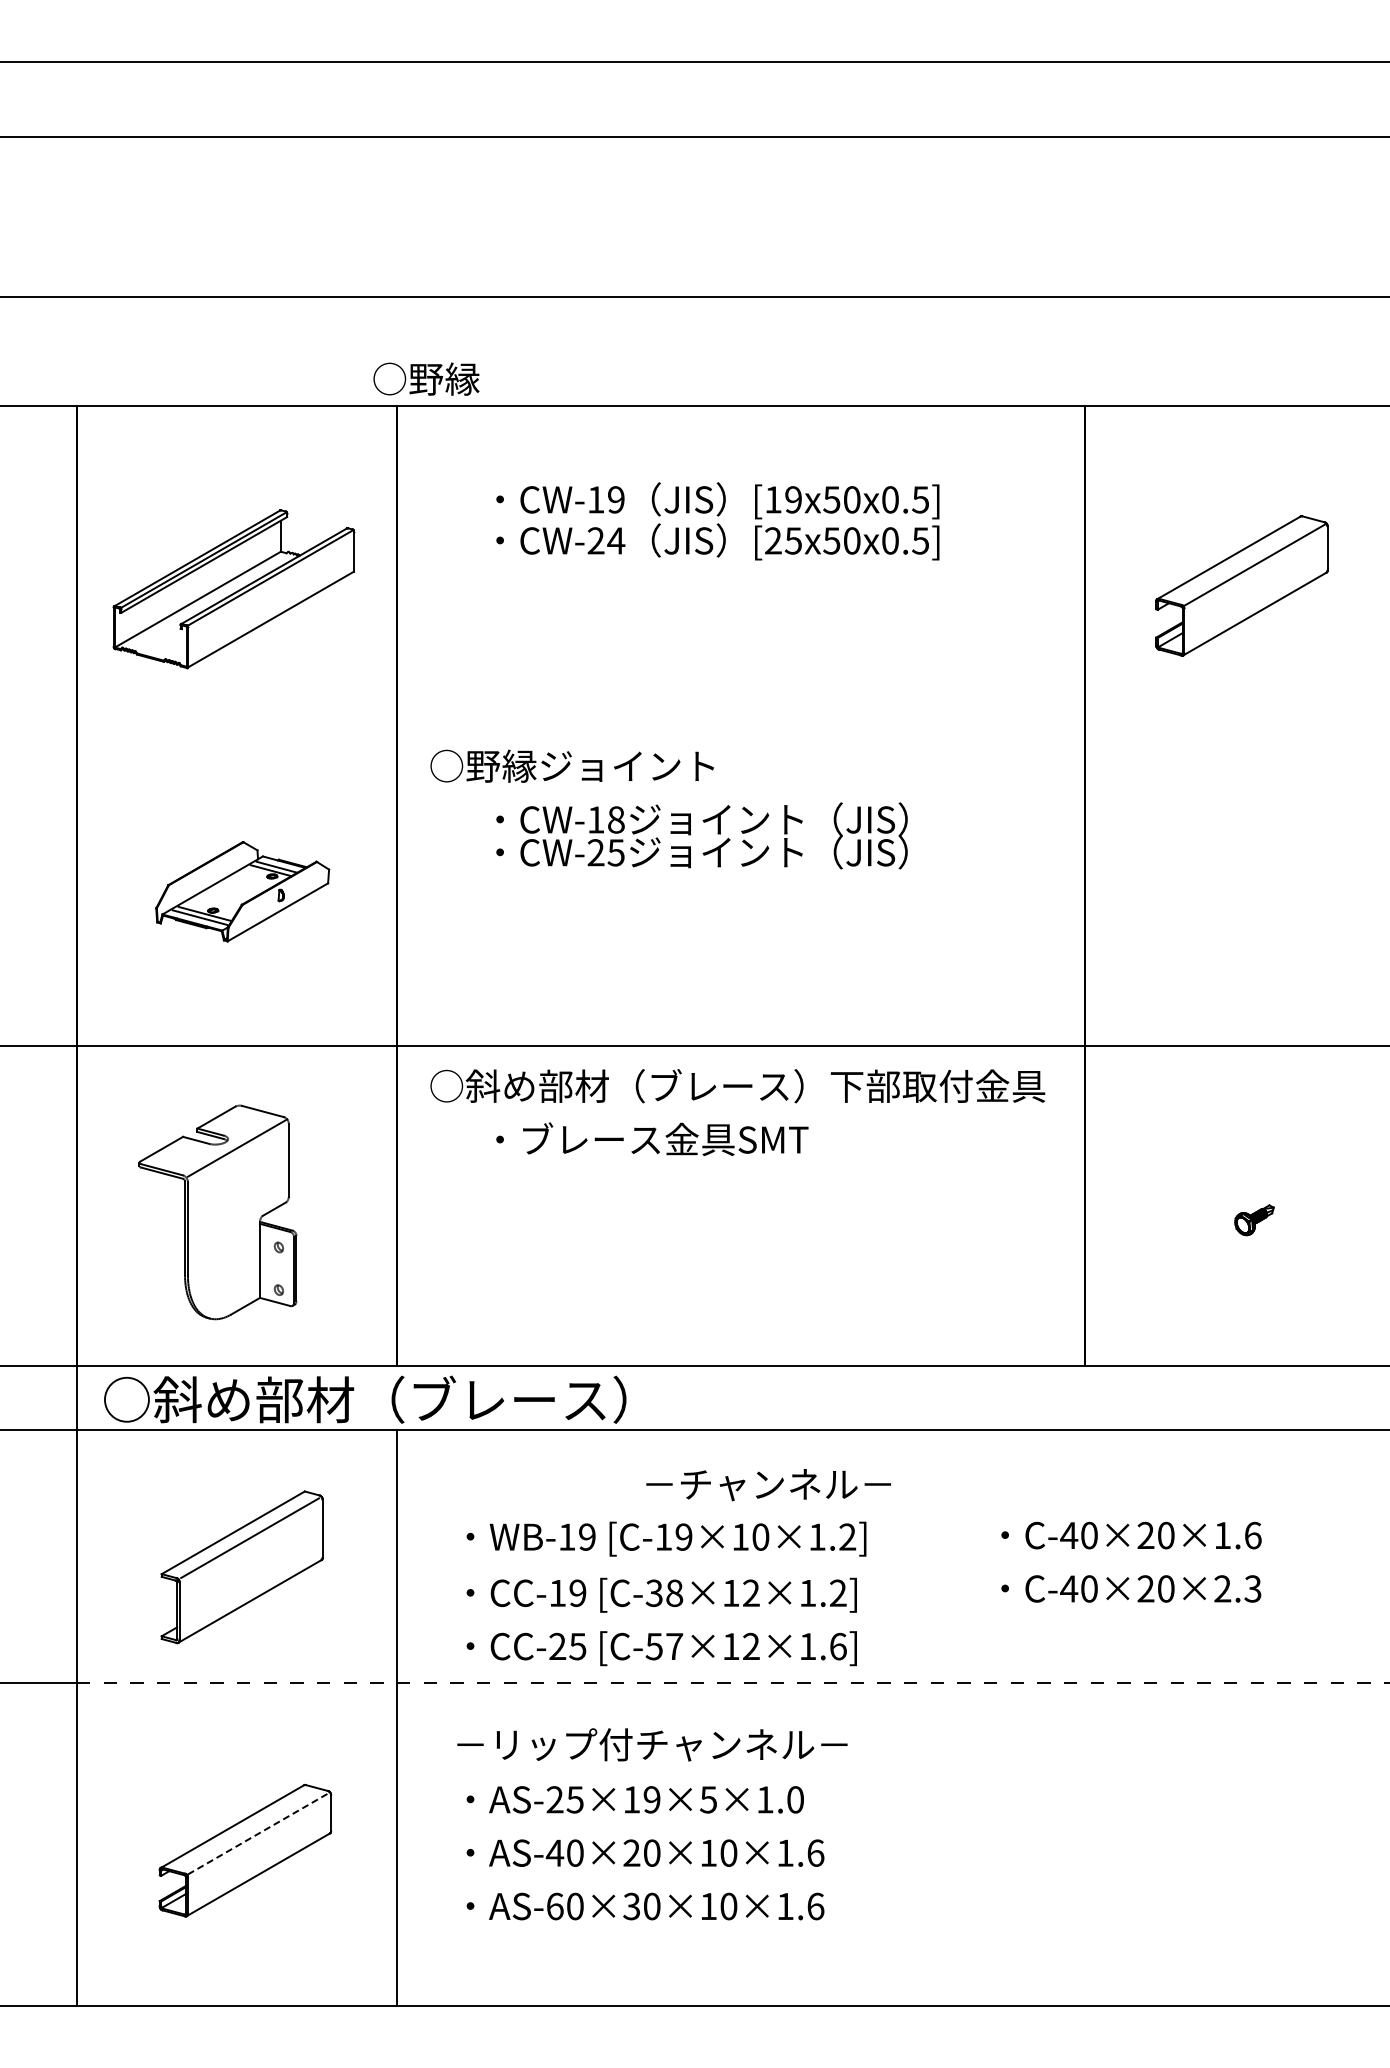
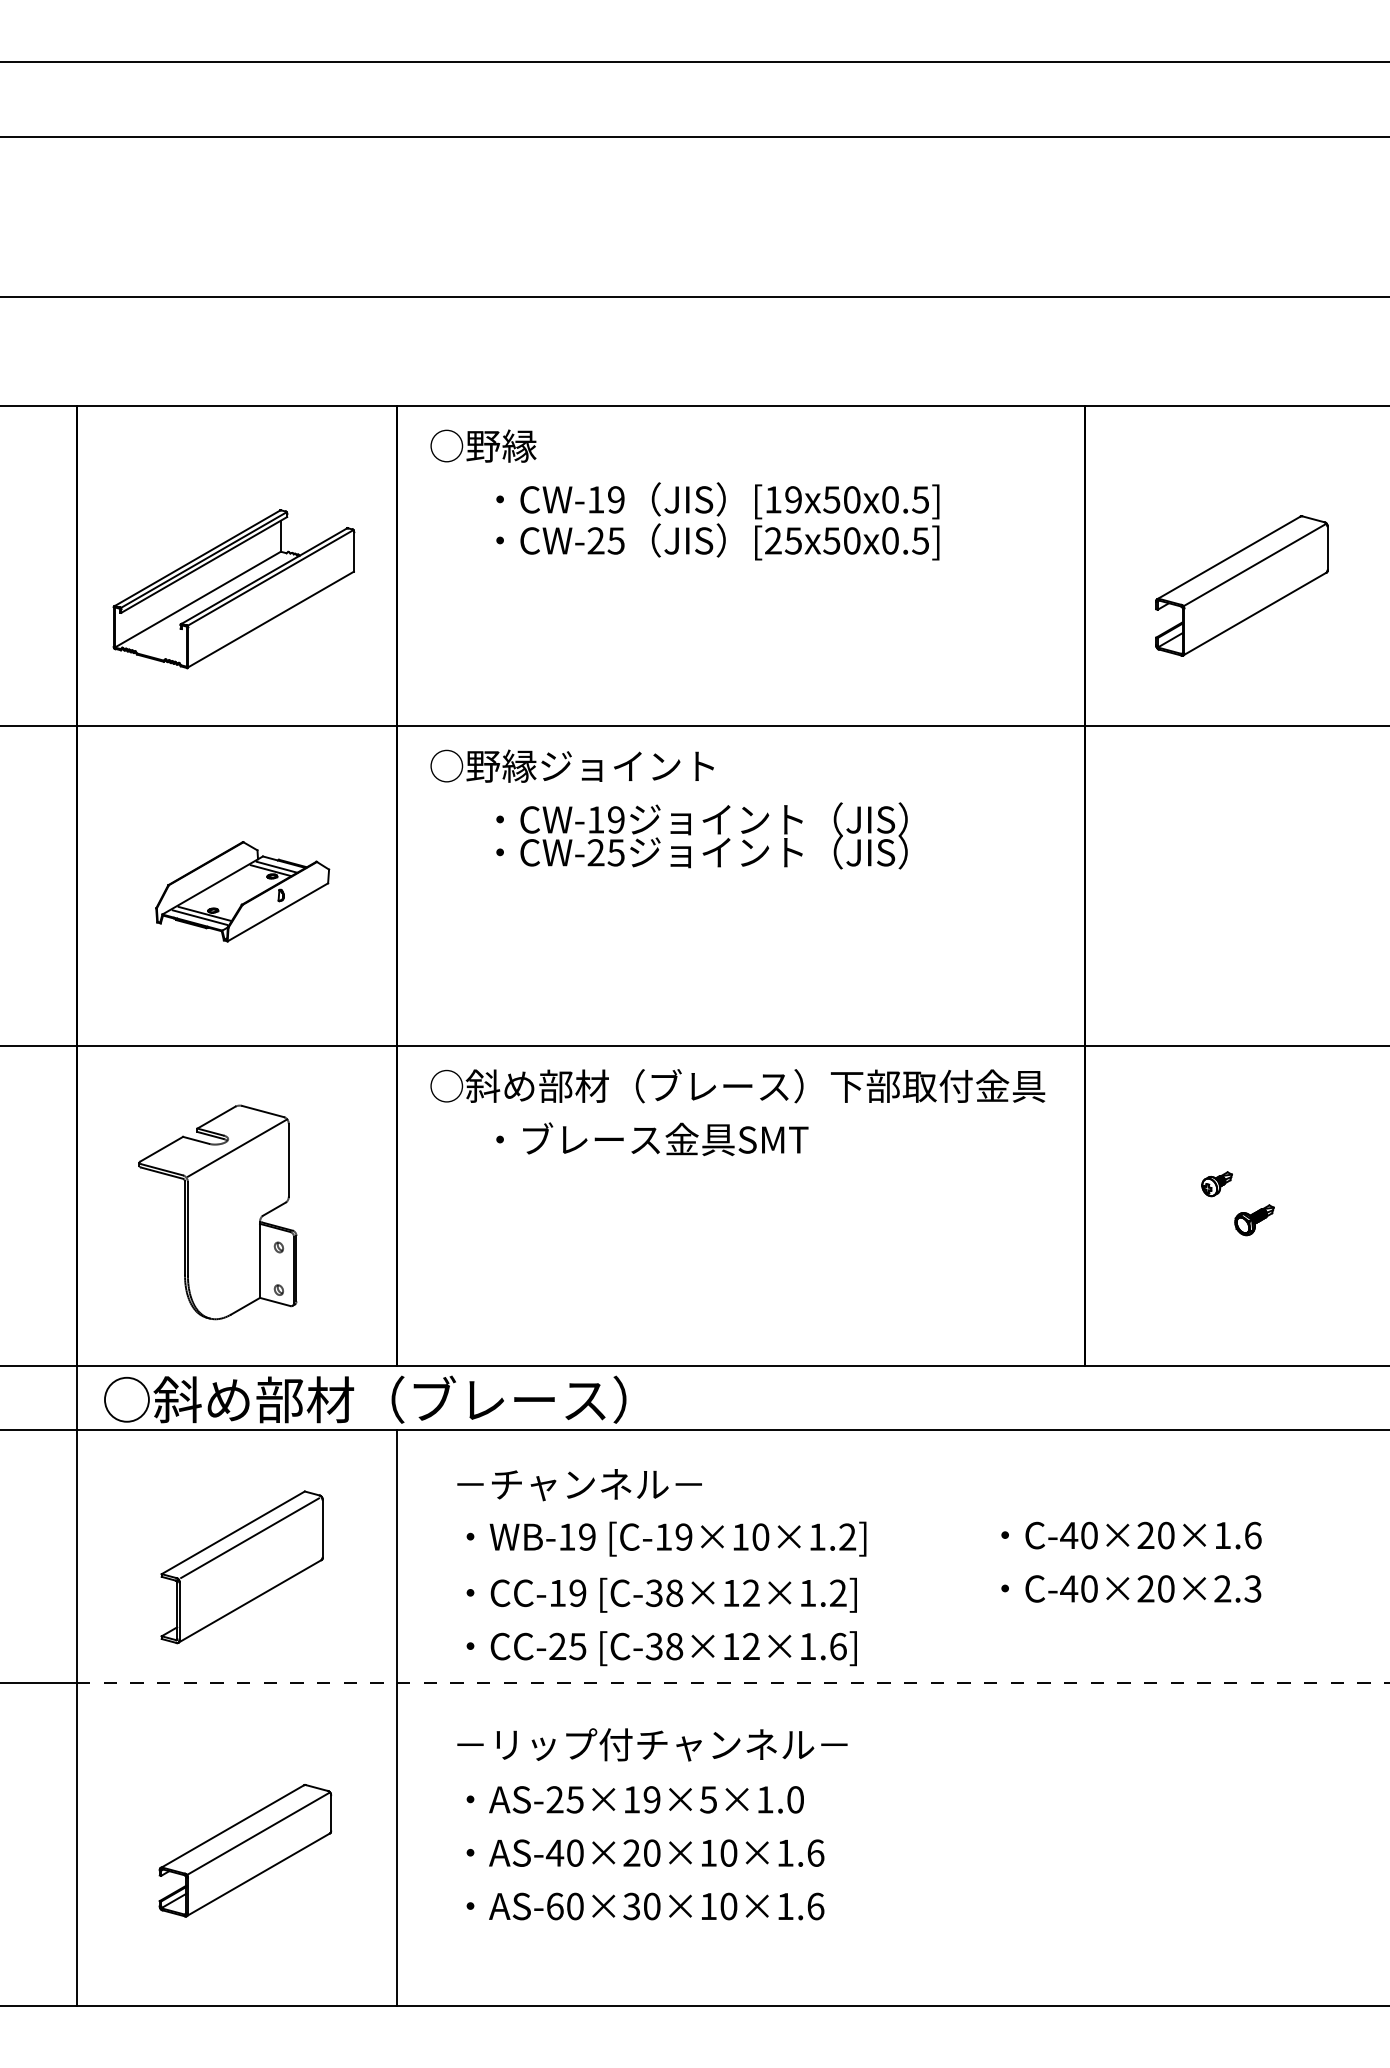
text at (426, 378) position: (426, 378) -> (483, 445)
text at (616, 540): CW-24 -> CW-25
line at (694, 725): none -> present
text at (616, 819): CW-18 -> CW-19
part at (1216, 1184): none -> present
text at (768, 1485) position: (768, 1485) -> (579, 1485)
text at (664, 1646): [C-57×12×1.6] -> [C-38×12×1.6]
line at (258, 1833): dashed -> solid
